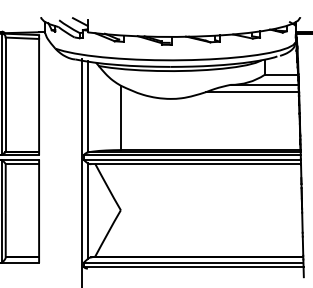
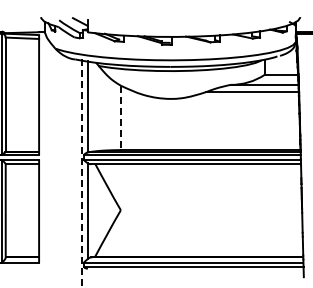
line at (120, 118): solid -> dashed
line at (82, 174): solid -> dashed
